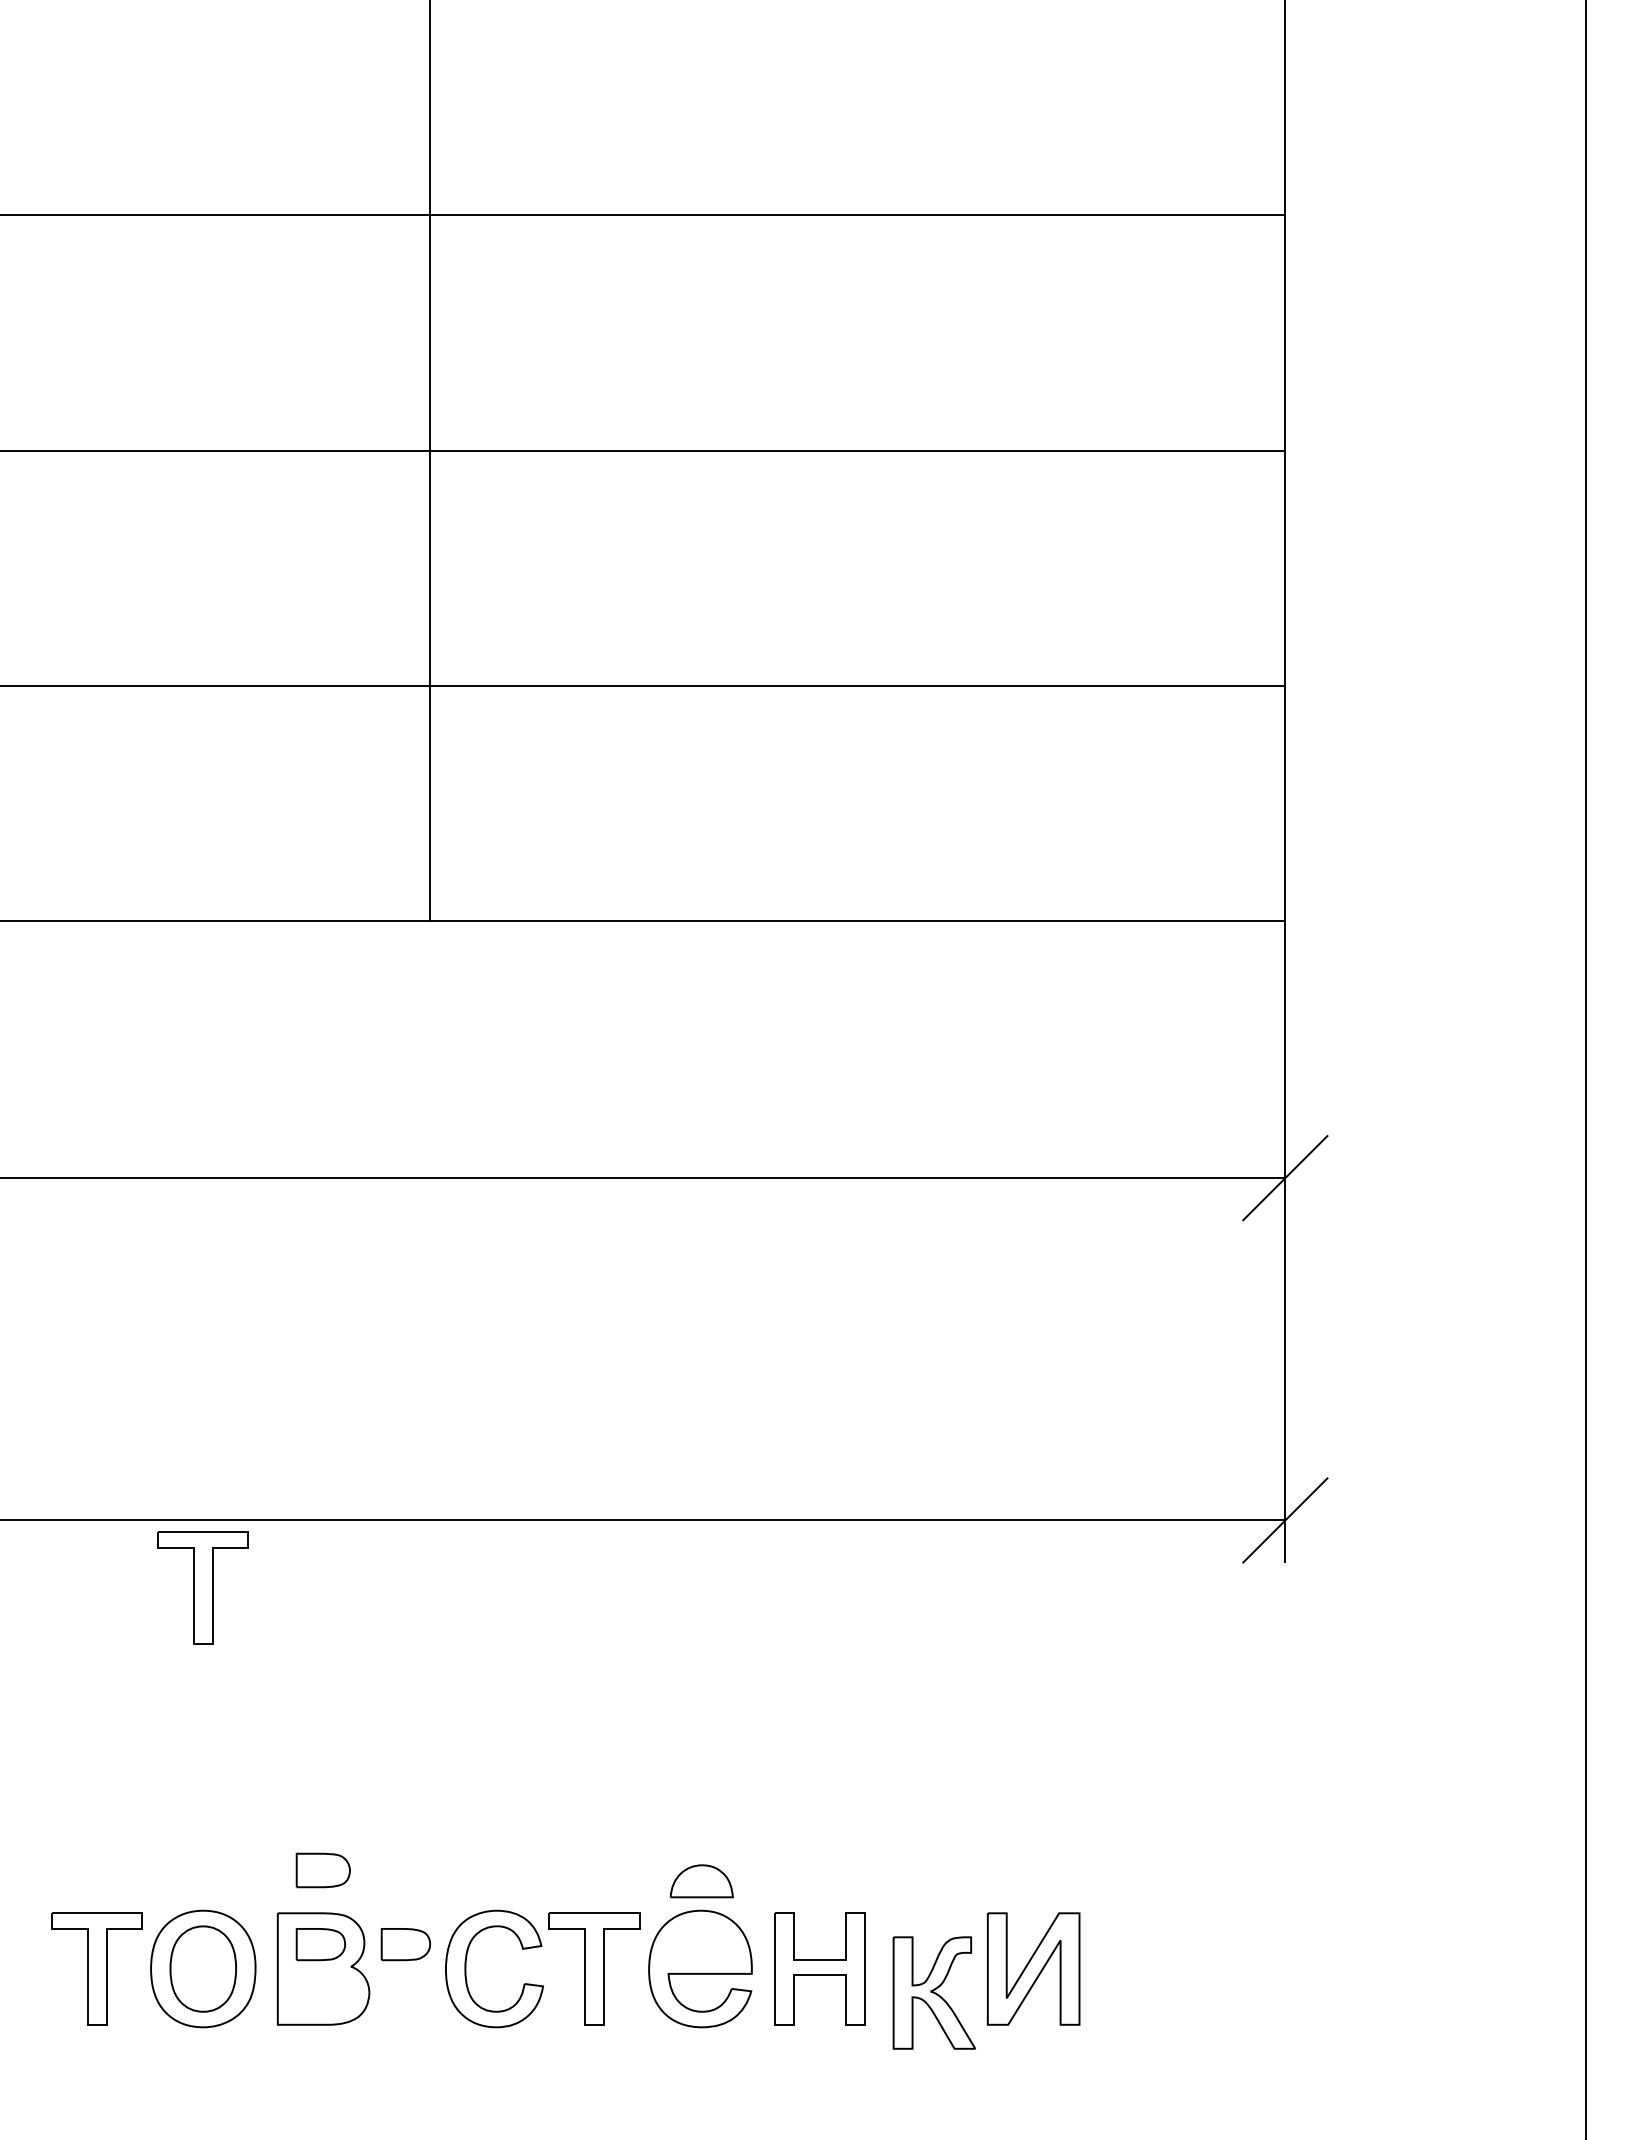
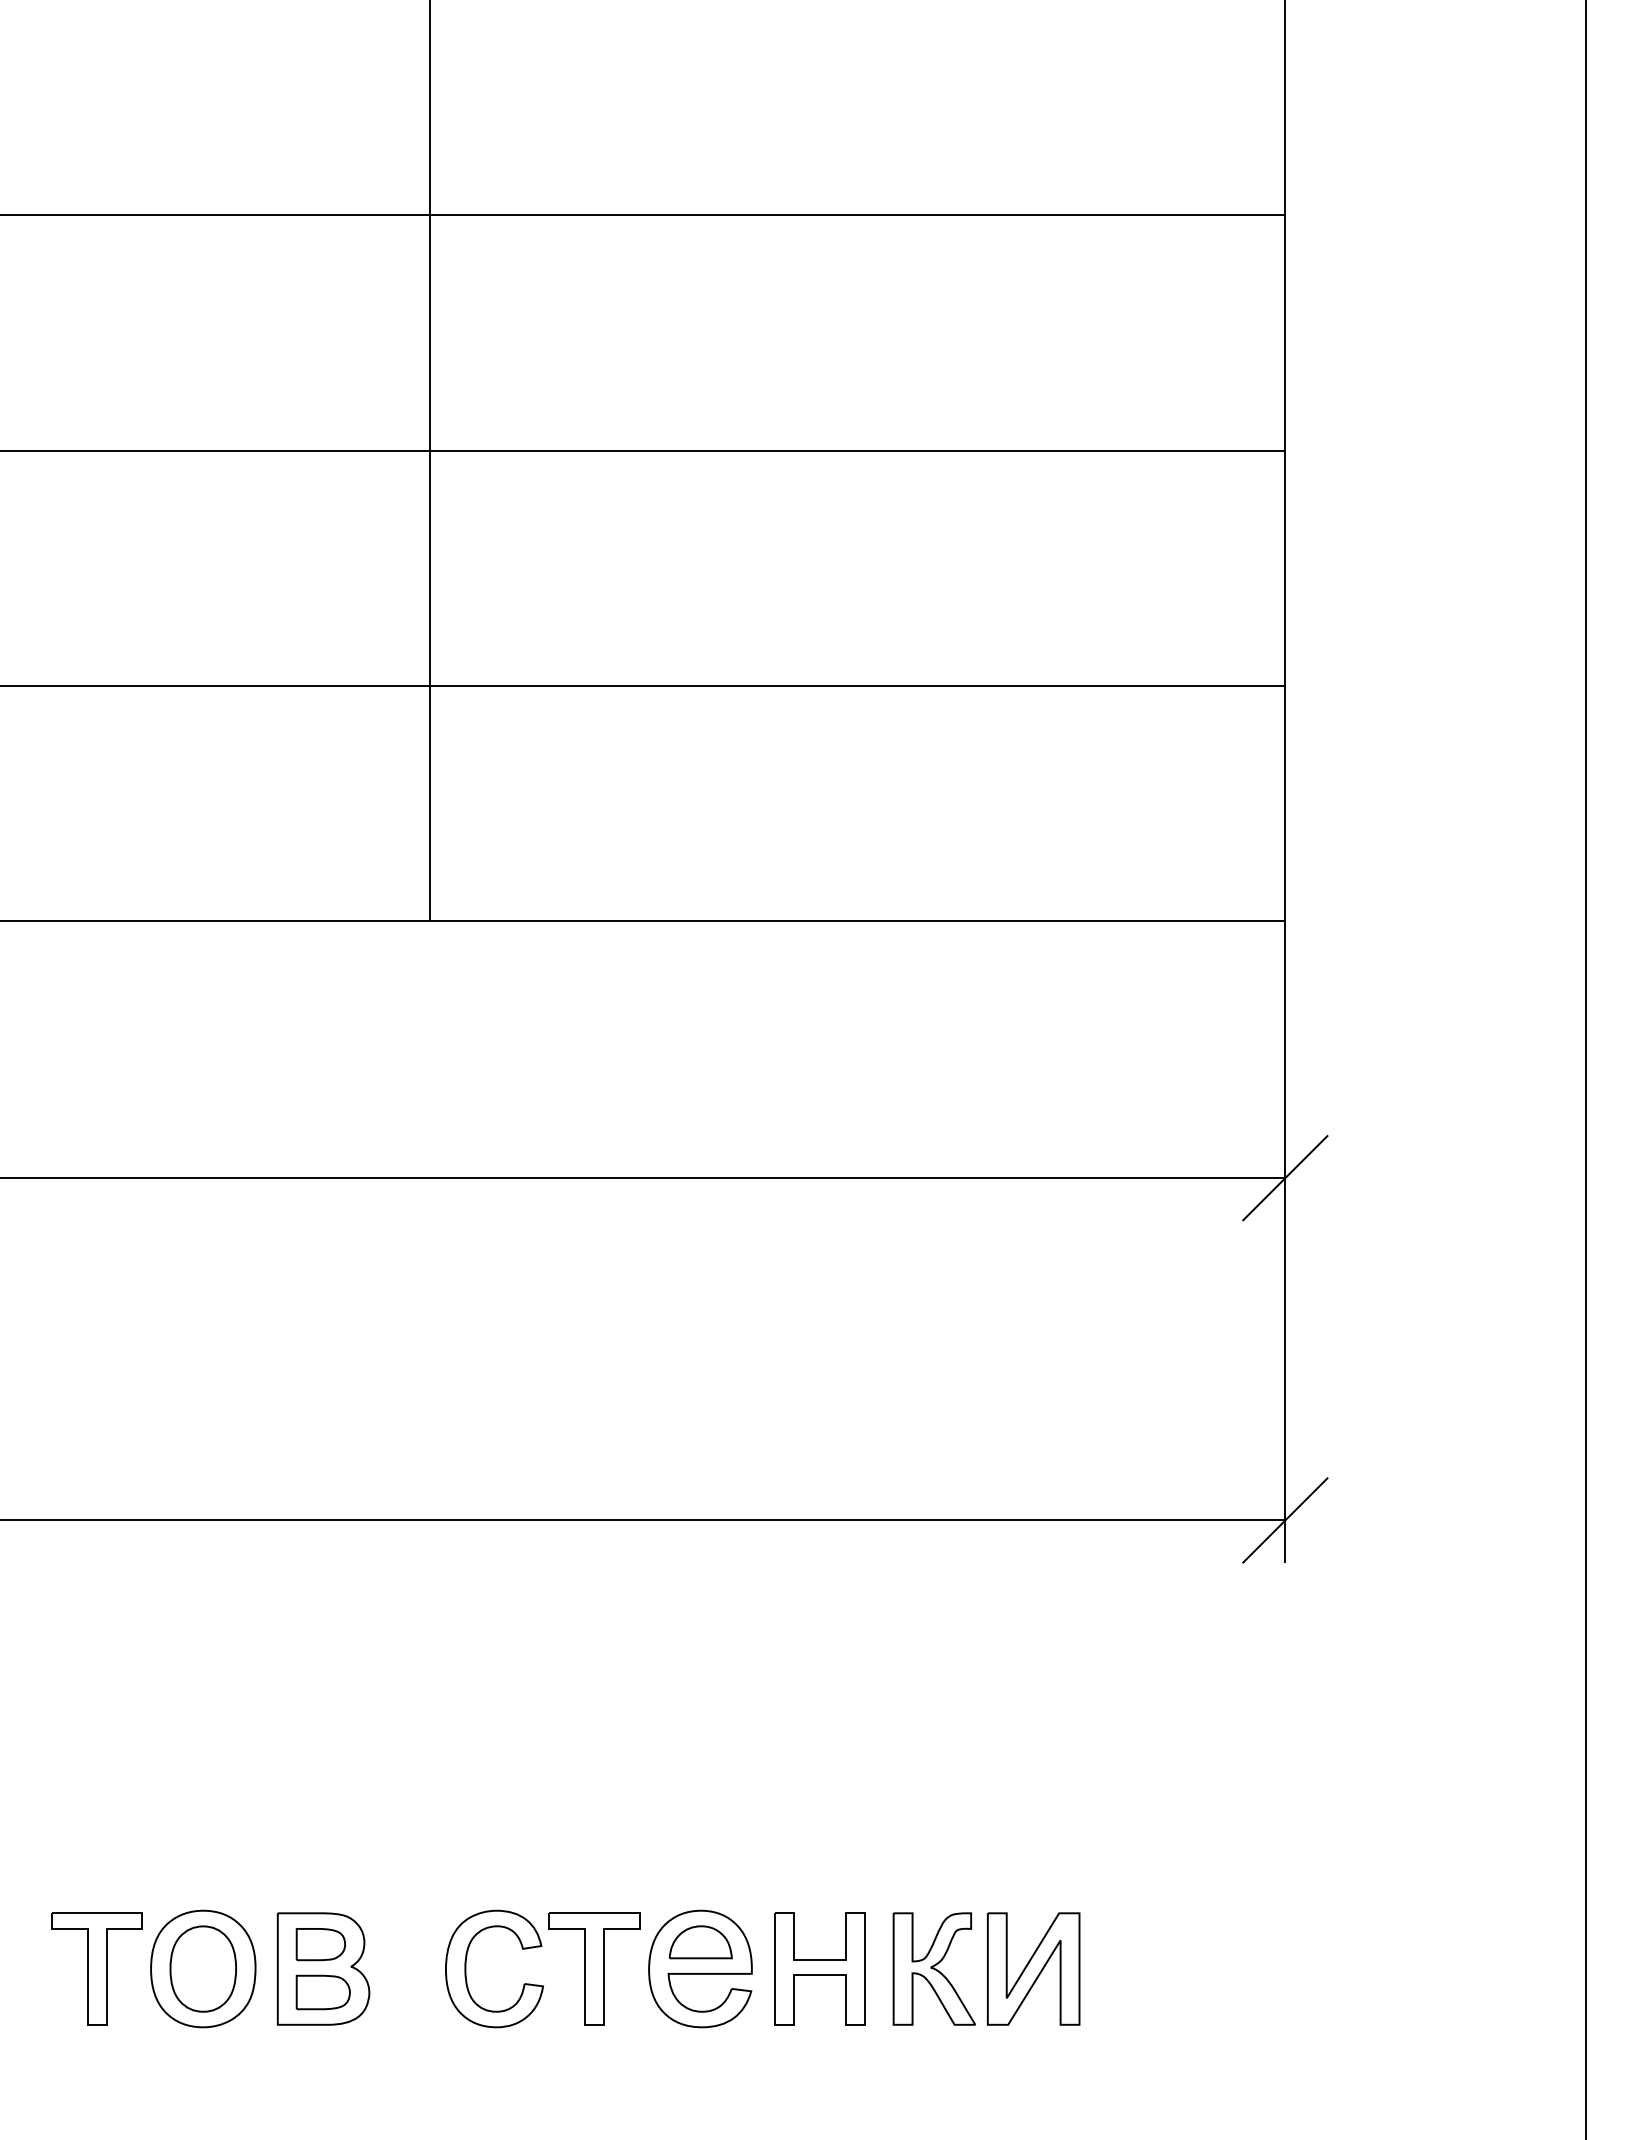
part at (202, 1587): present -> none
part at (322, 1870) position: (322, 1870) -> (322, 1992)
part at (701, 1881) position: (701, 1881) -> (700, 1942)
part at (405, 1944): present -> none
part at (933, 1992) position: (933, 1992) -> (933, 1968)
